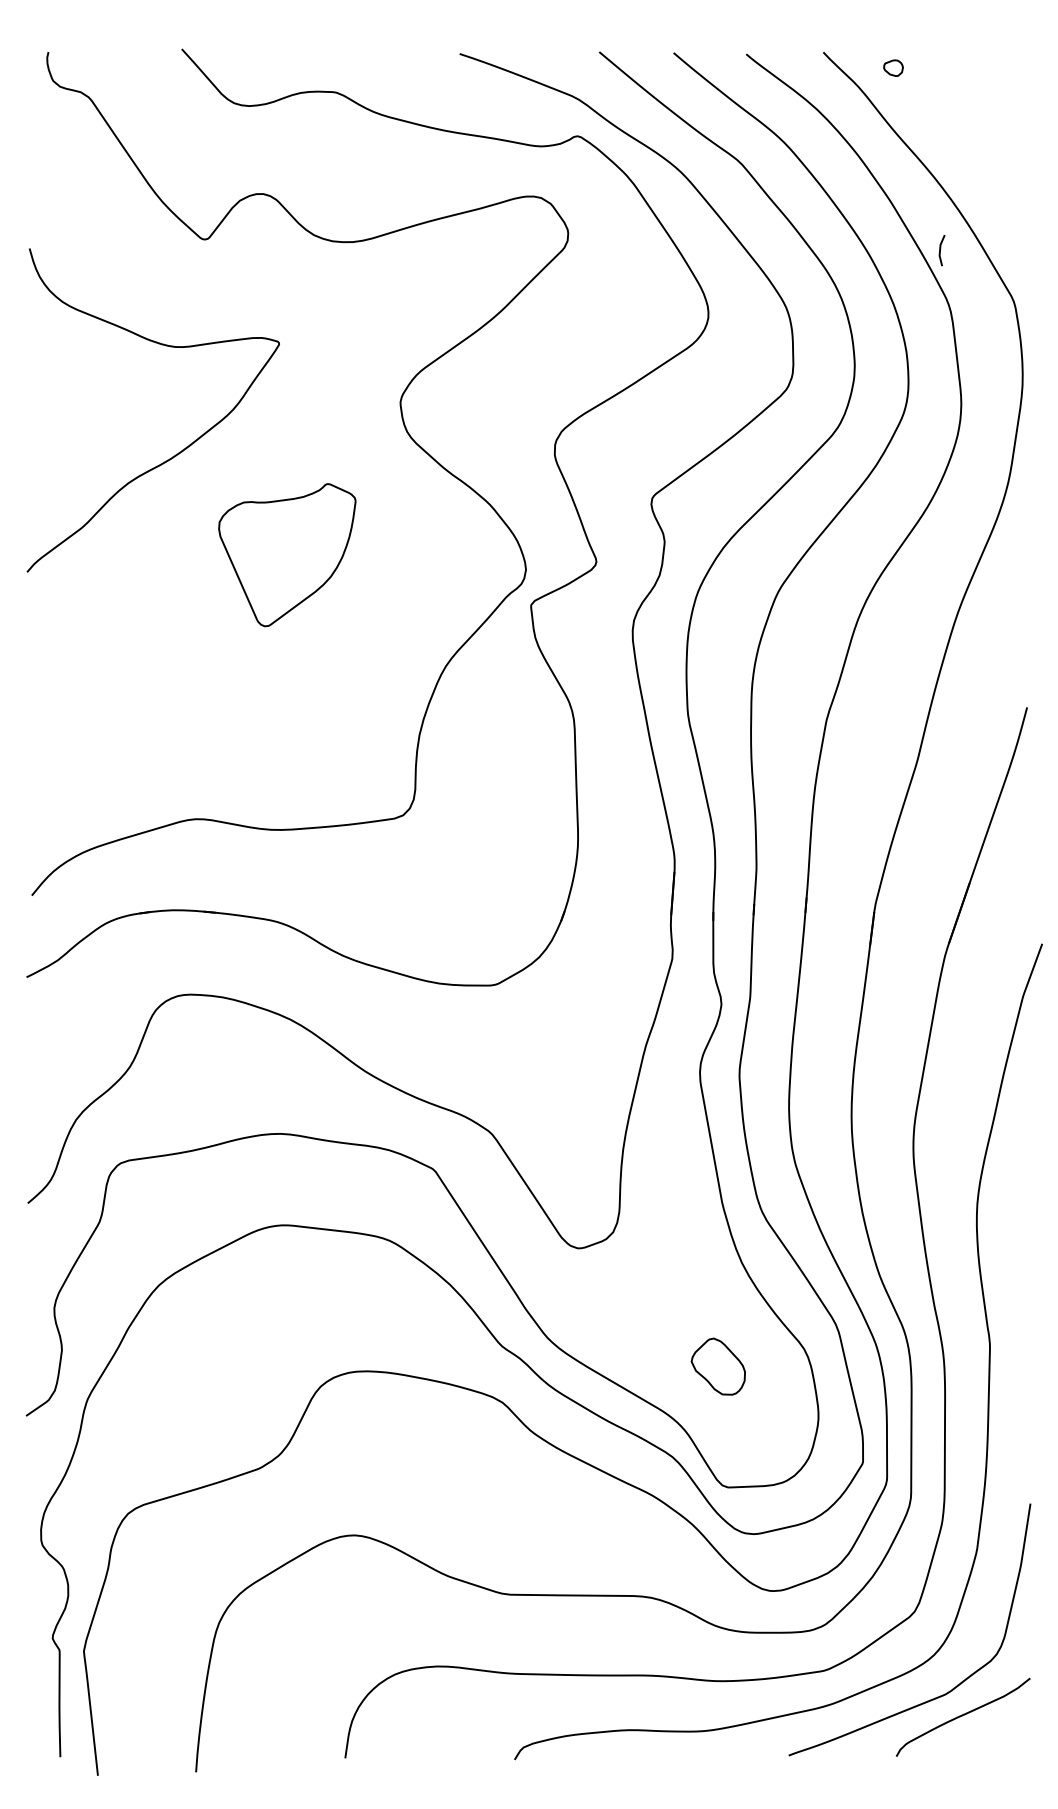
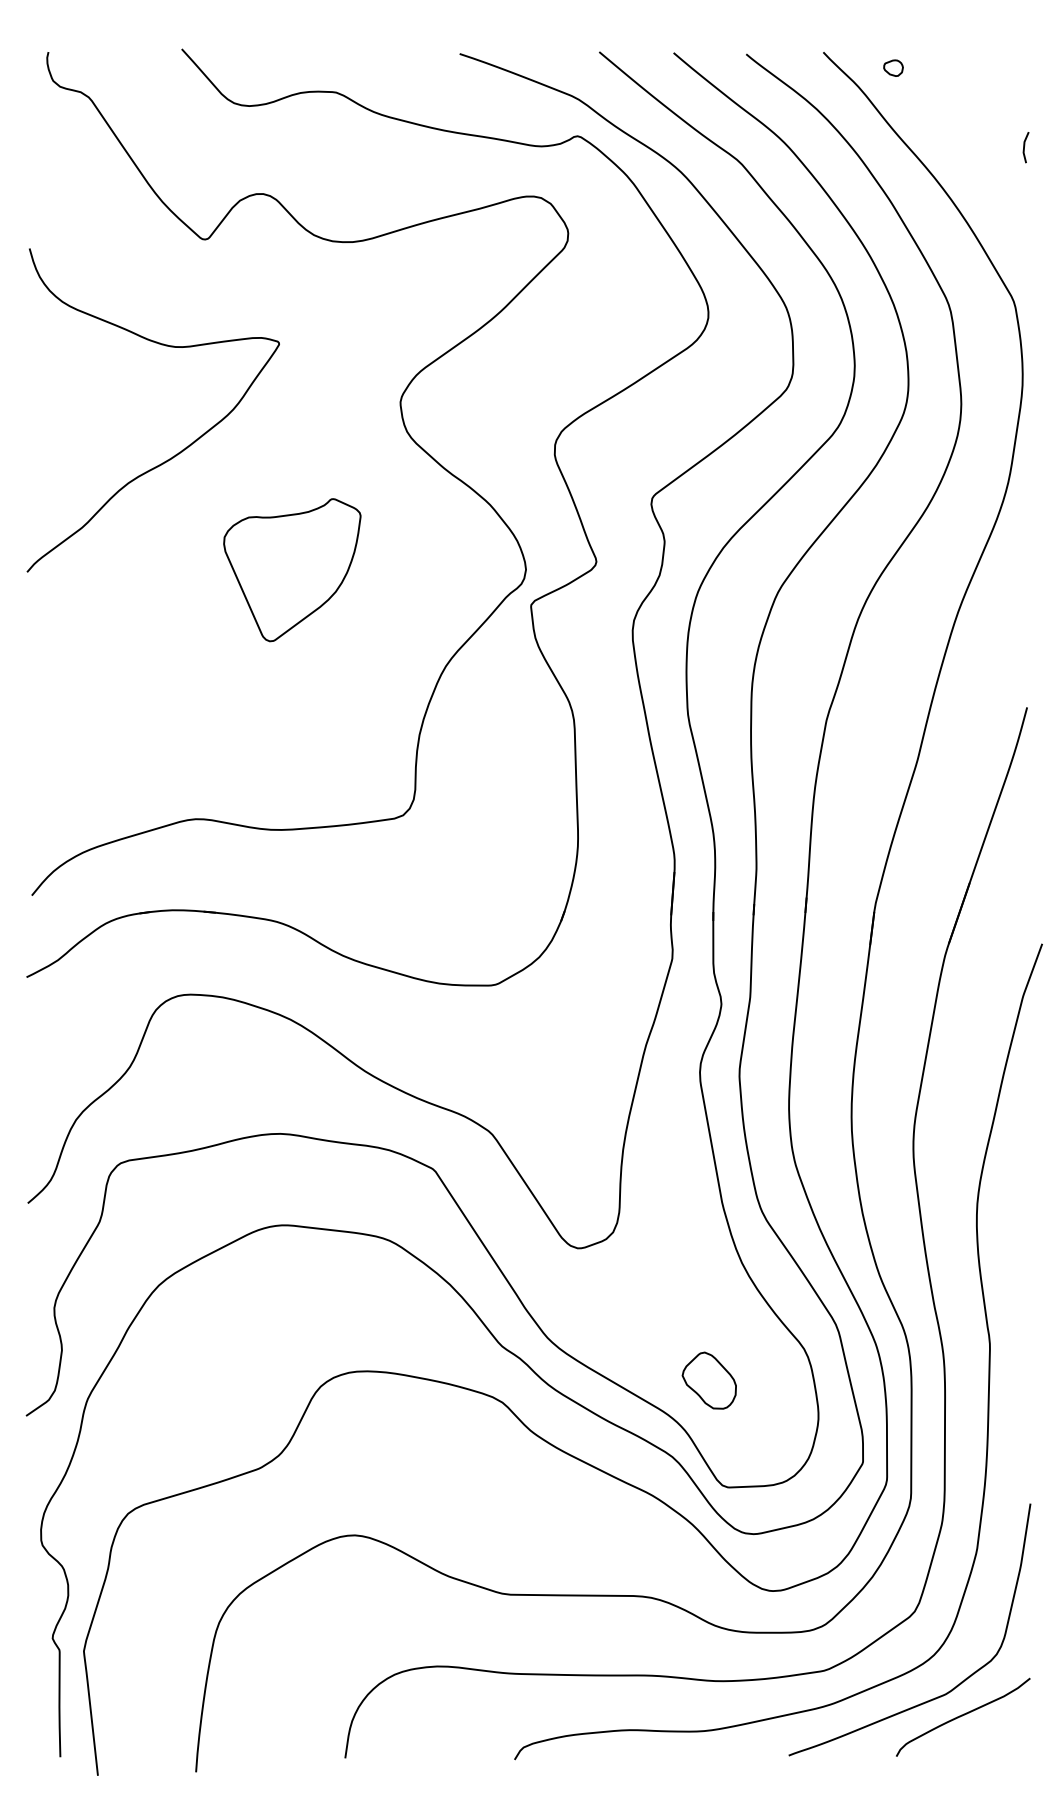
line at (940, 250) position: (940, 250) -> (1024, 147)
part at (287, 555) position: (287, 555) -> (292, 570)
part at (717, 1366) position: (717, 1366) -> (708, 1380)
